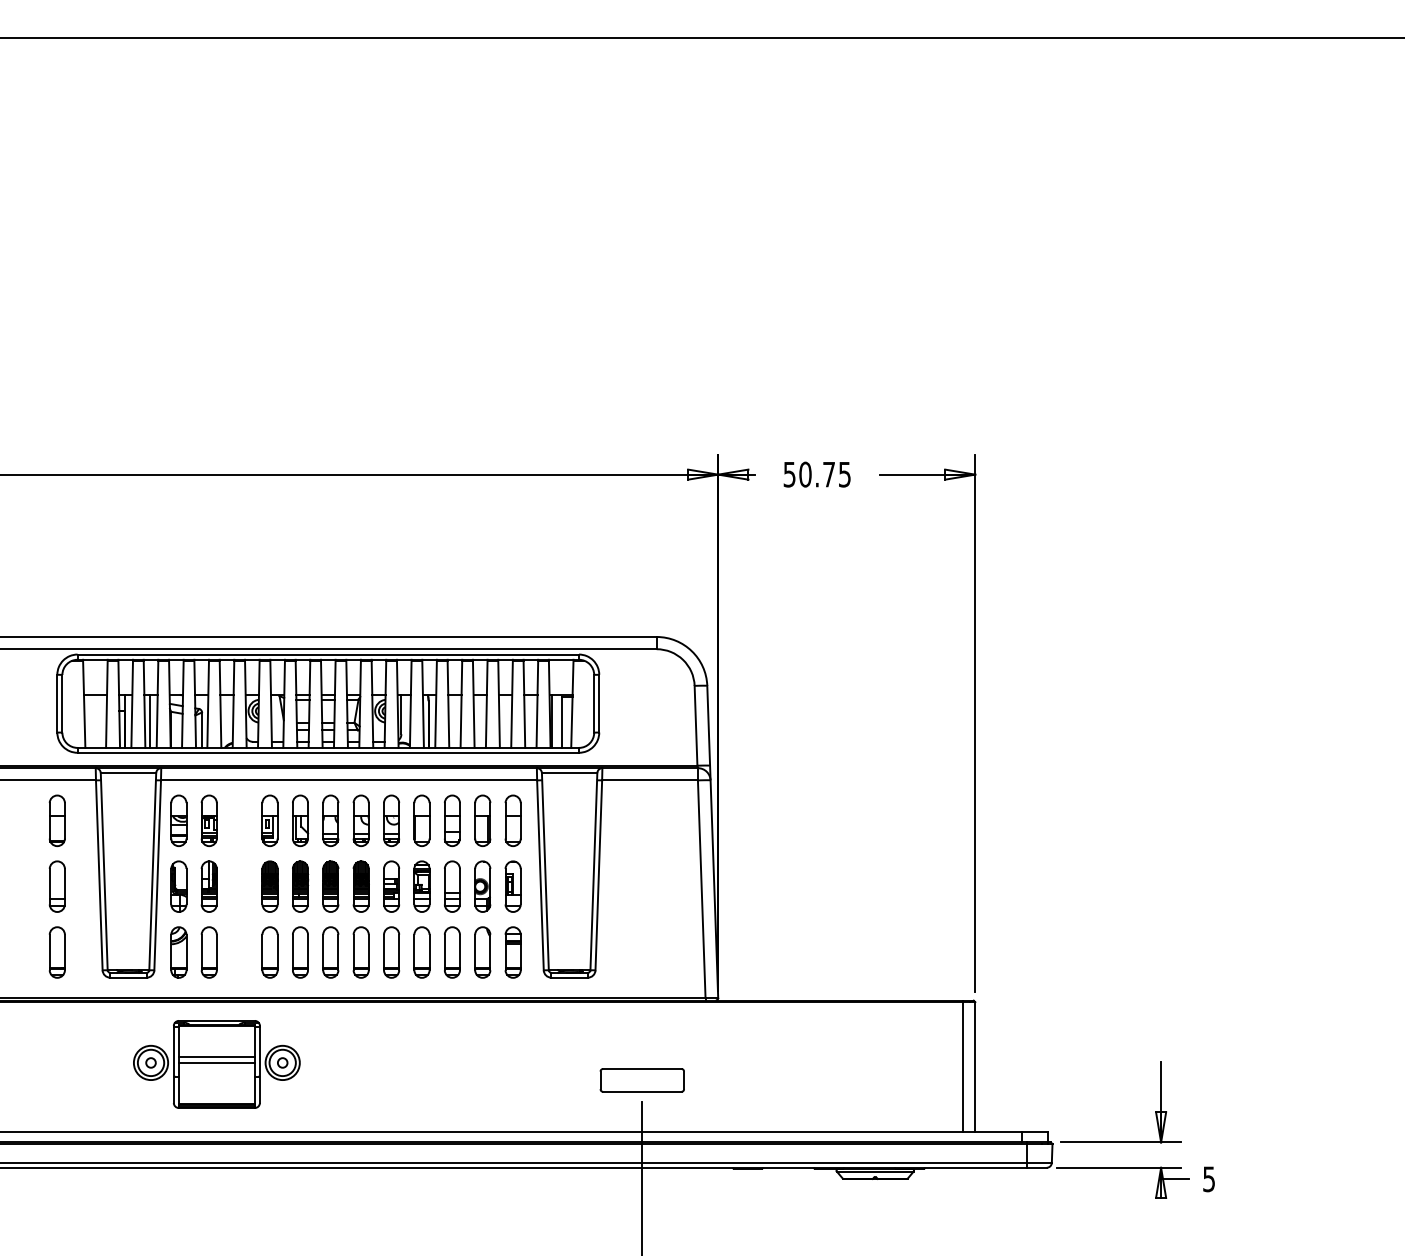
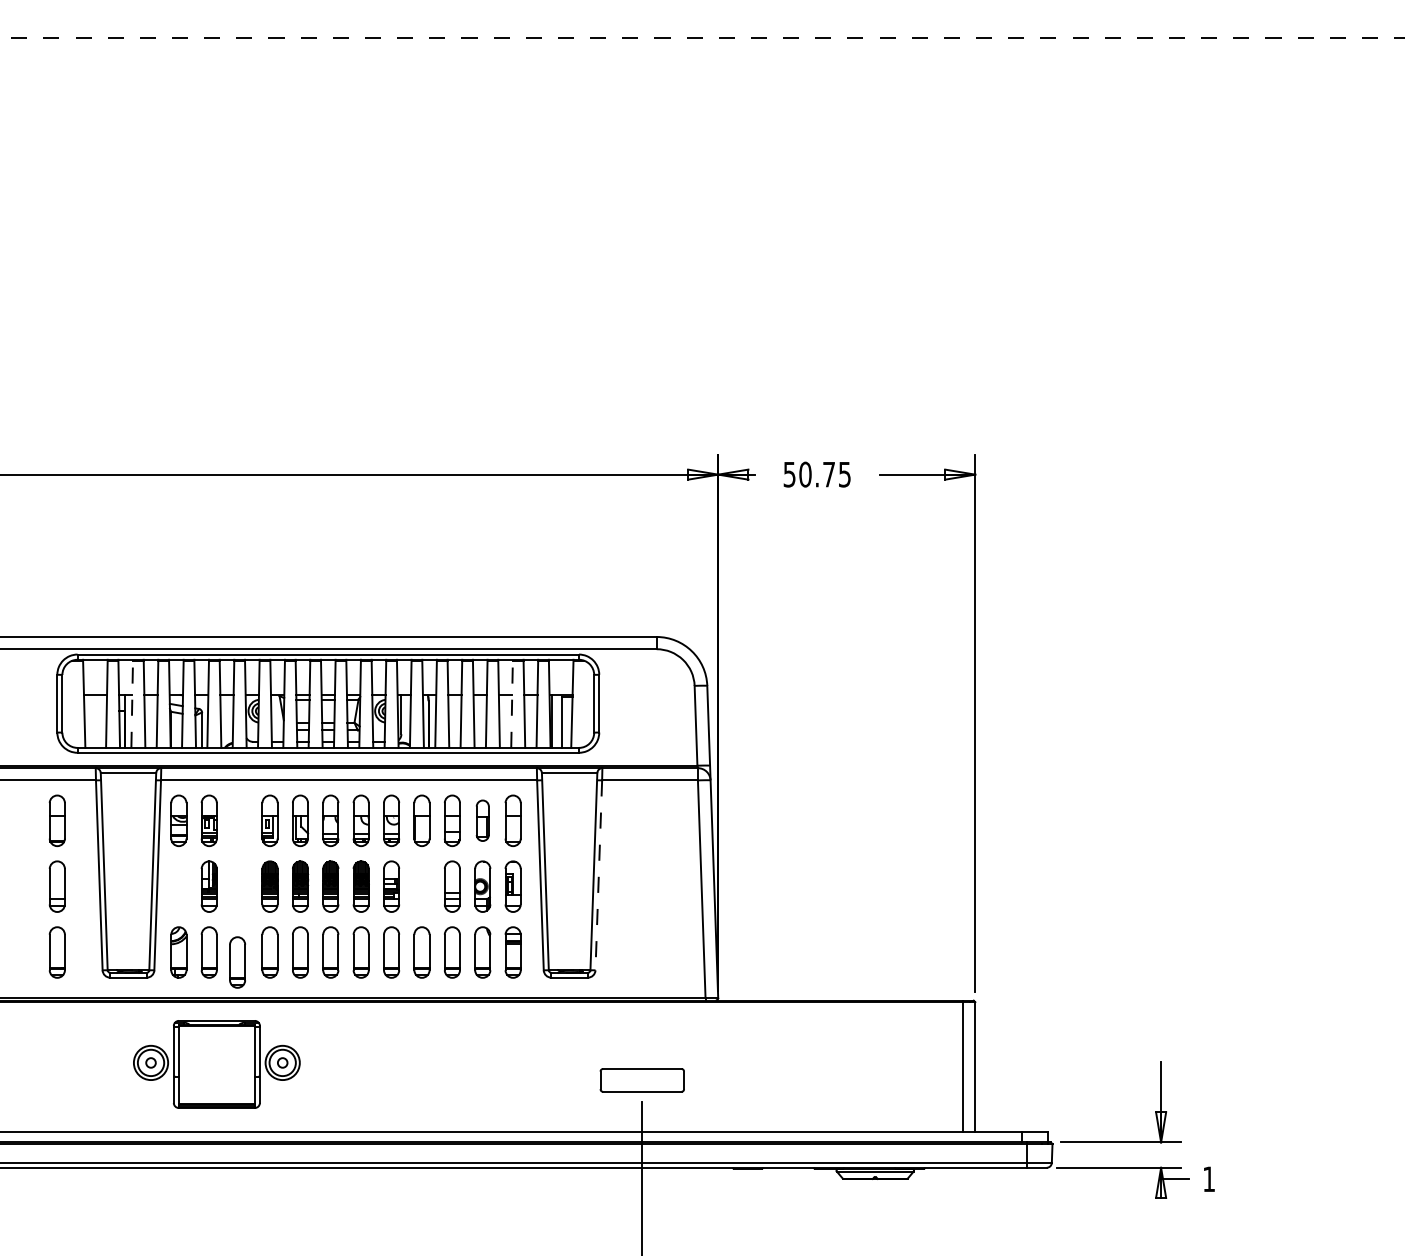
line at (703, 37): solid -> dashed
line at (132, 703): solid -> dashed
line at (512, 703): solid -> dashed
line at (149, 720): present -> none
part at (482, 820) size: 18x53 px -> 15x43 px
line at (598, 875): solid -> dashed
part at (178, 886): present -> none
part at (421, 886): present -> none
part at (237, 962): none -> present
line at (216, 1057): present -> none
line at (216, 1063): present -> none
text at (1208, 1179): 5 -> 1
